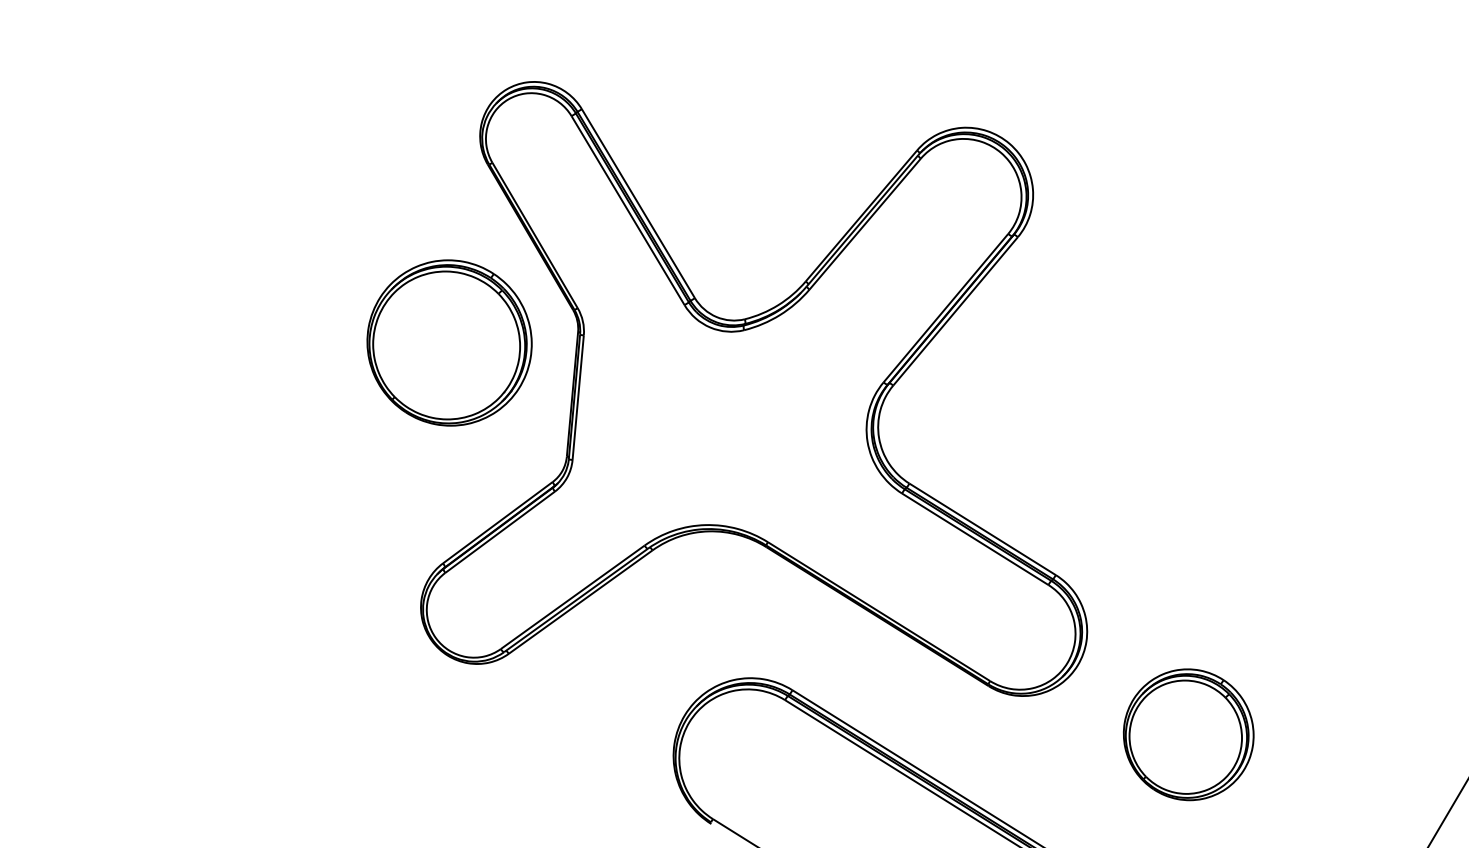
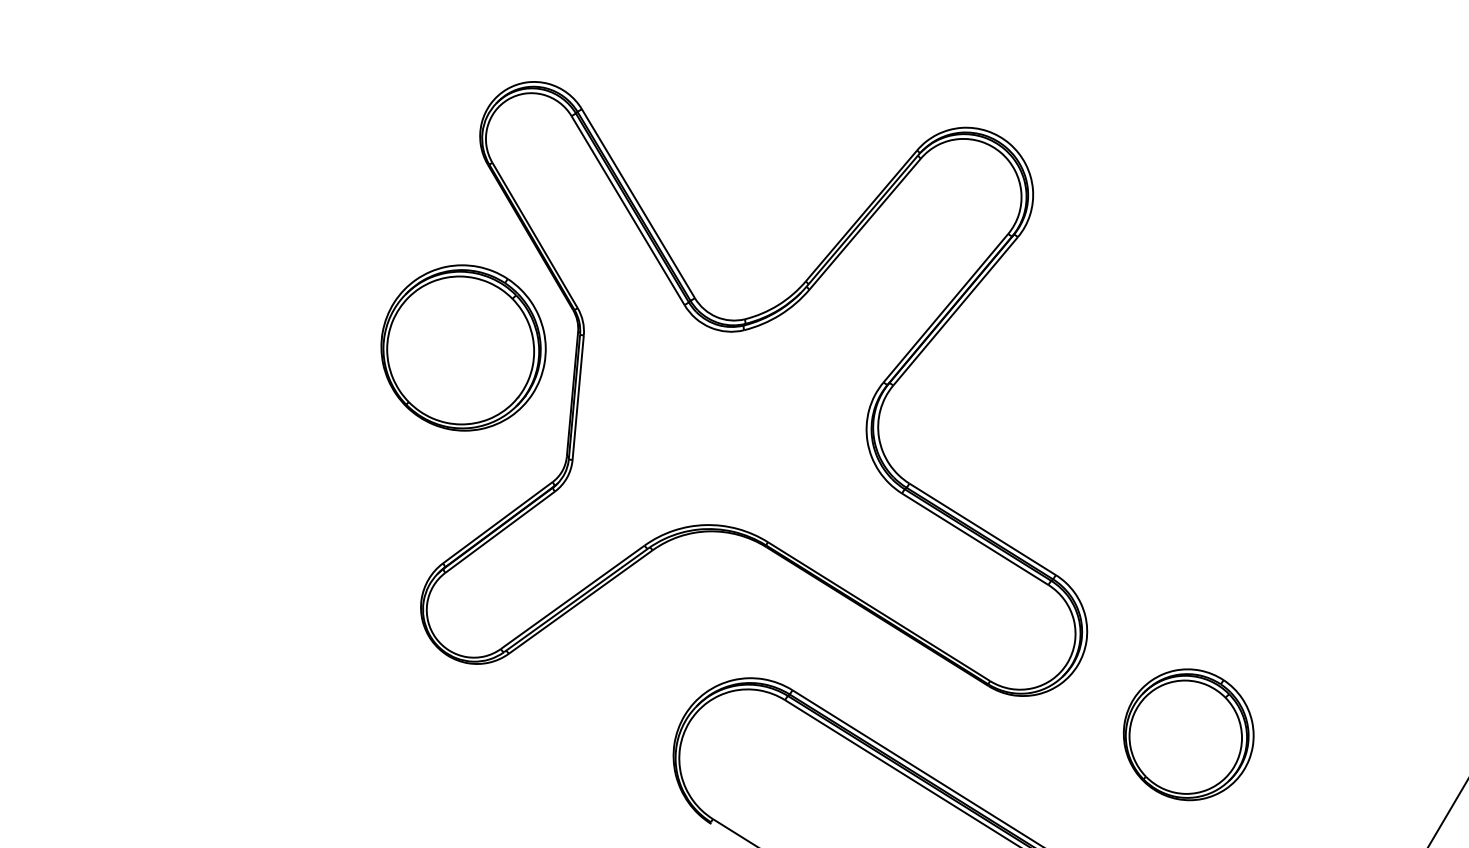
part at (449, 342) position: (449, 342) -> (463, 347)
